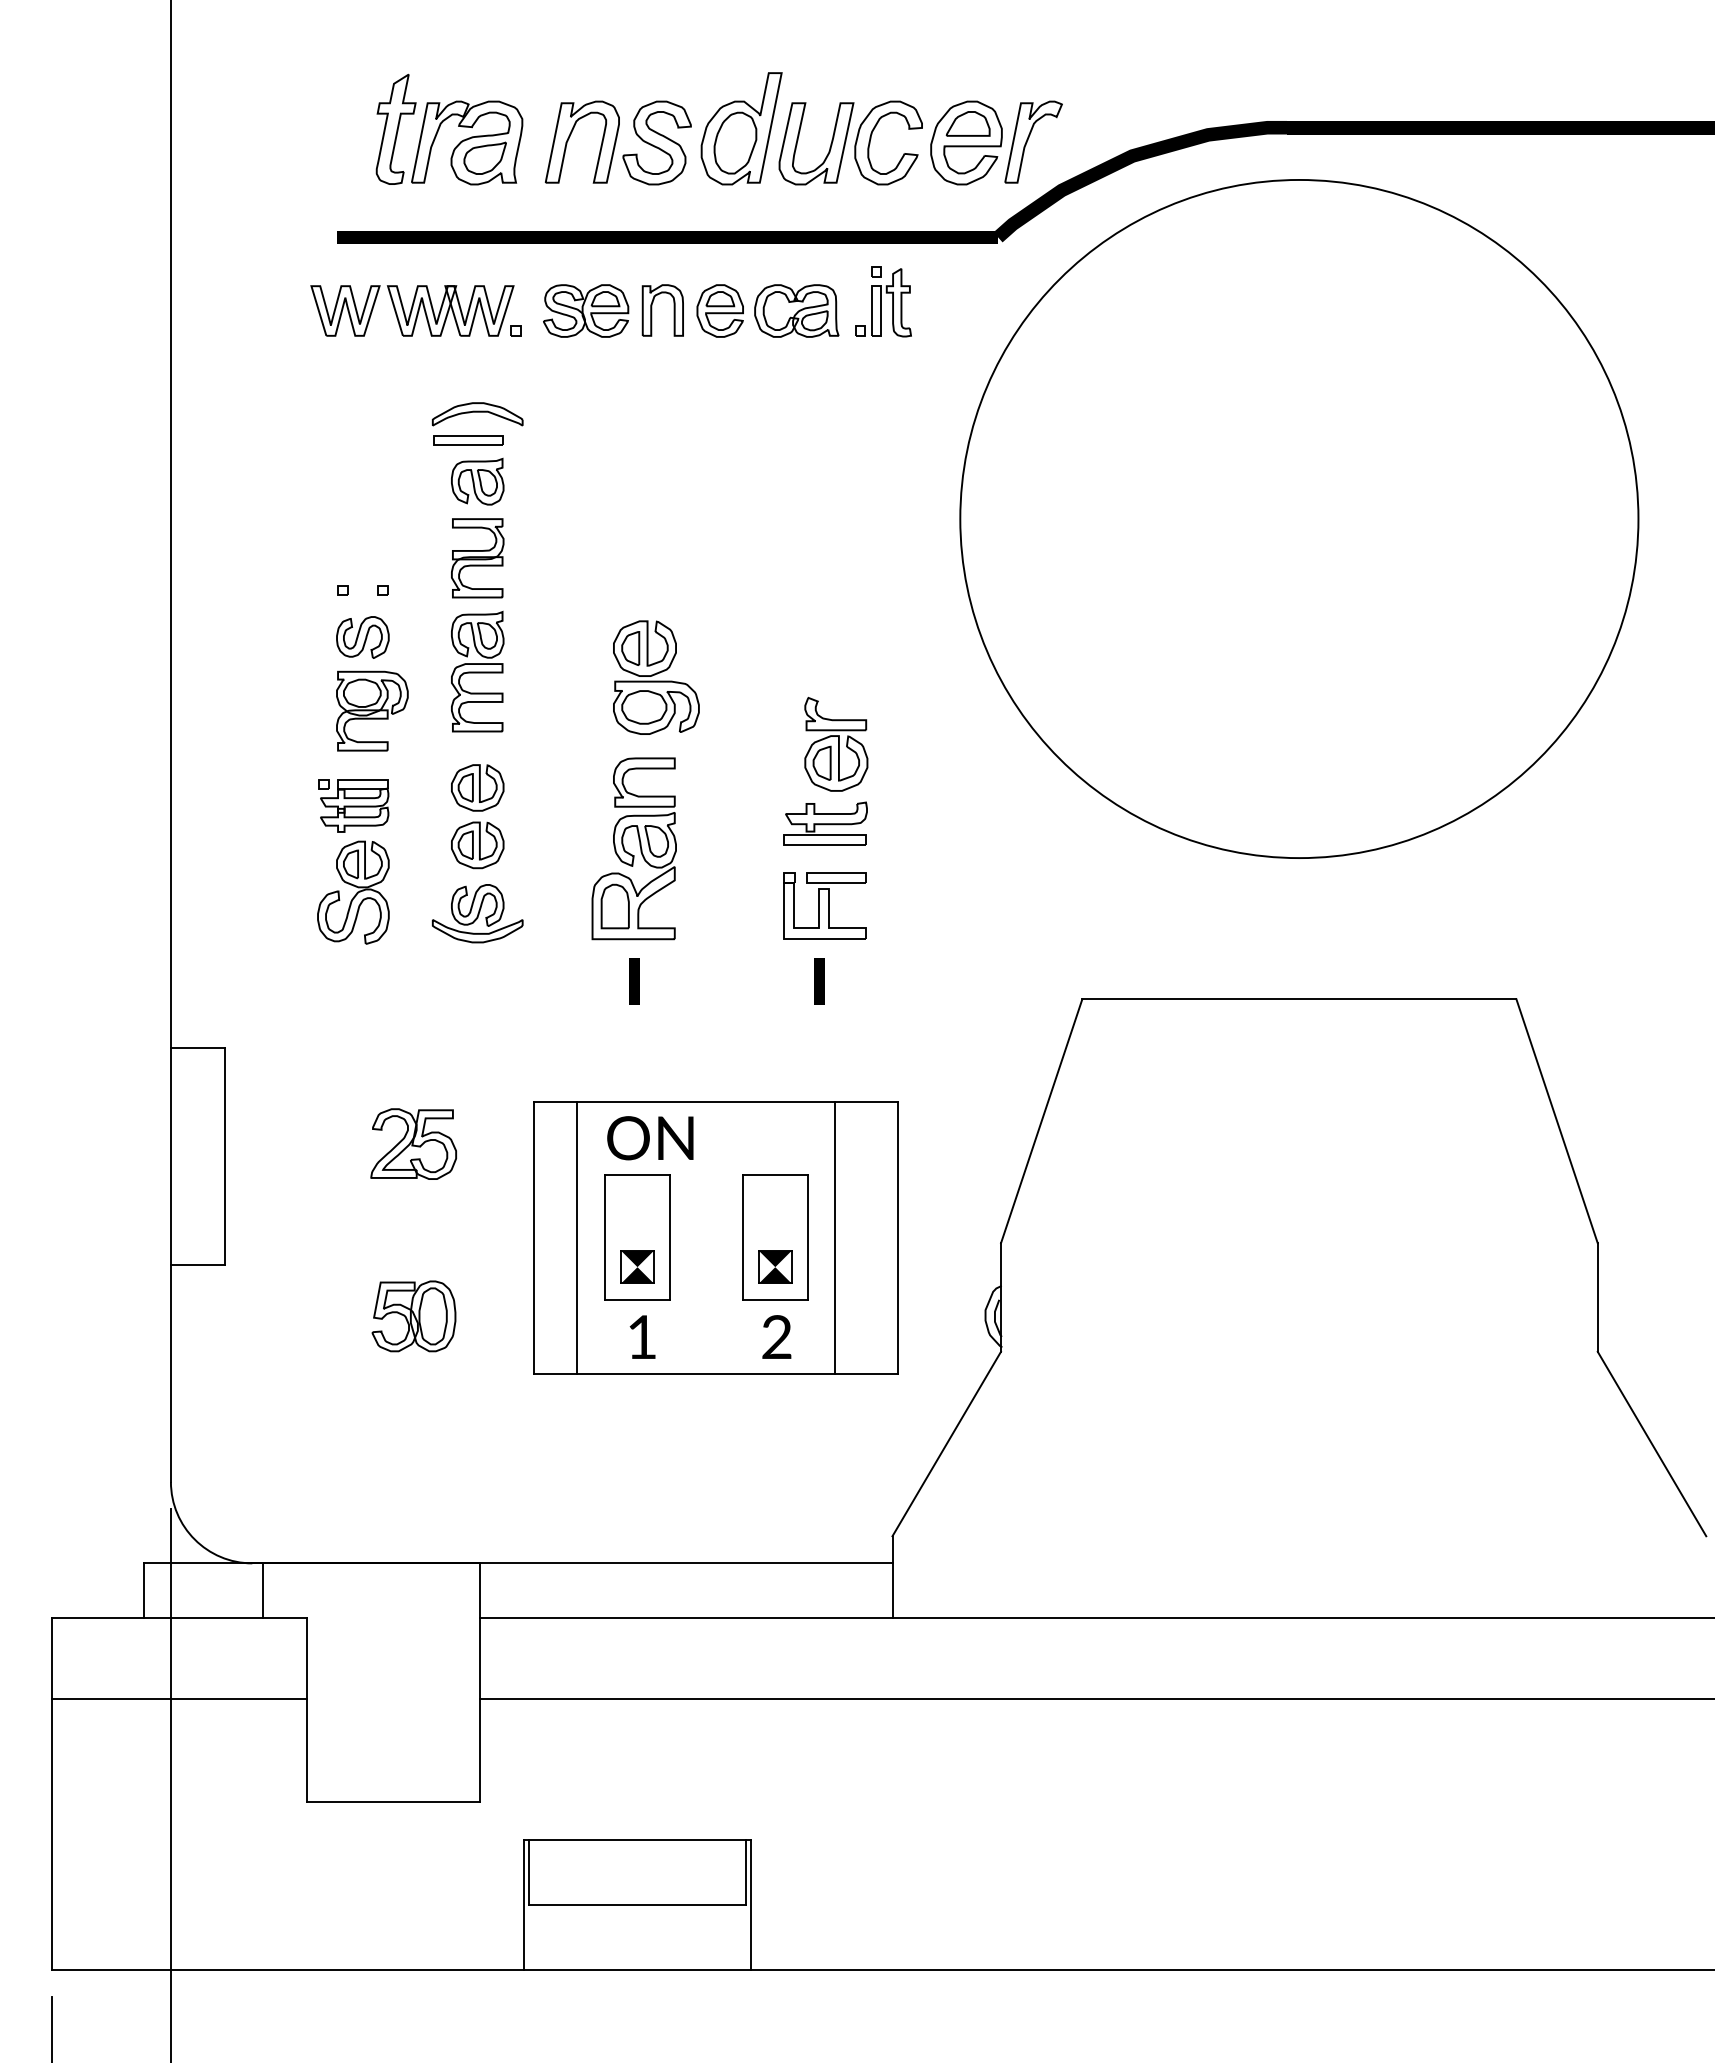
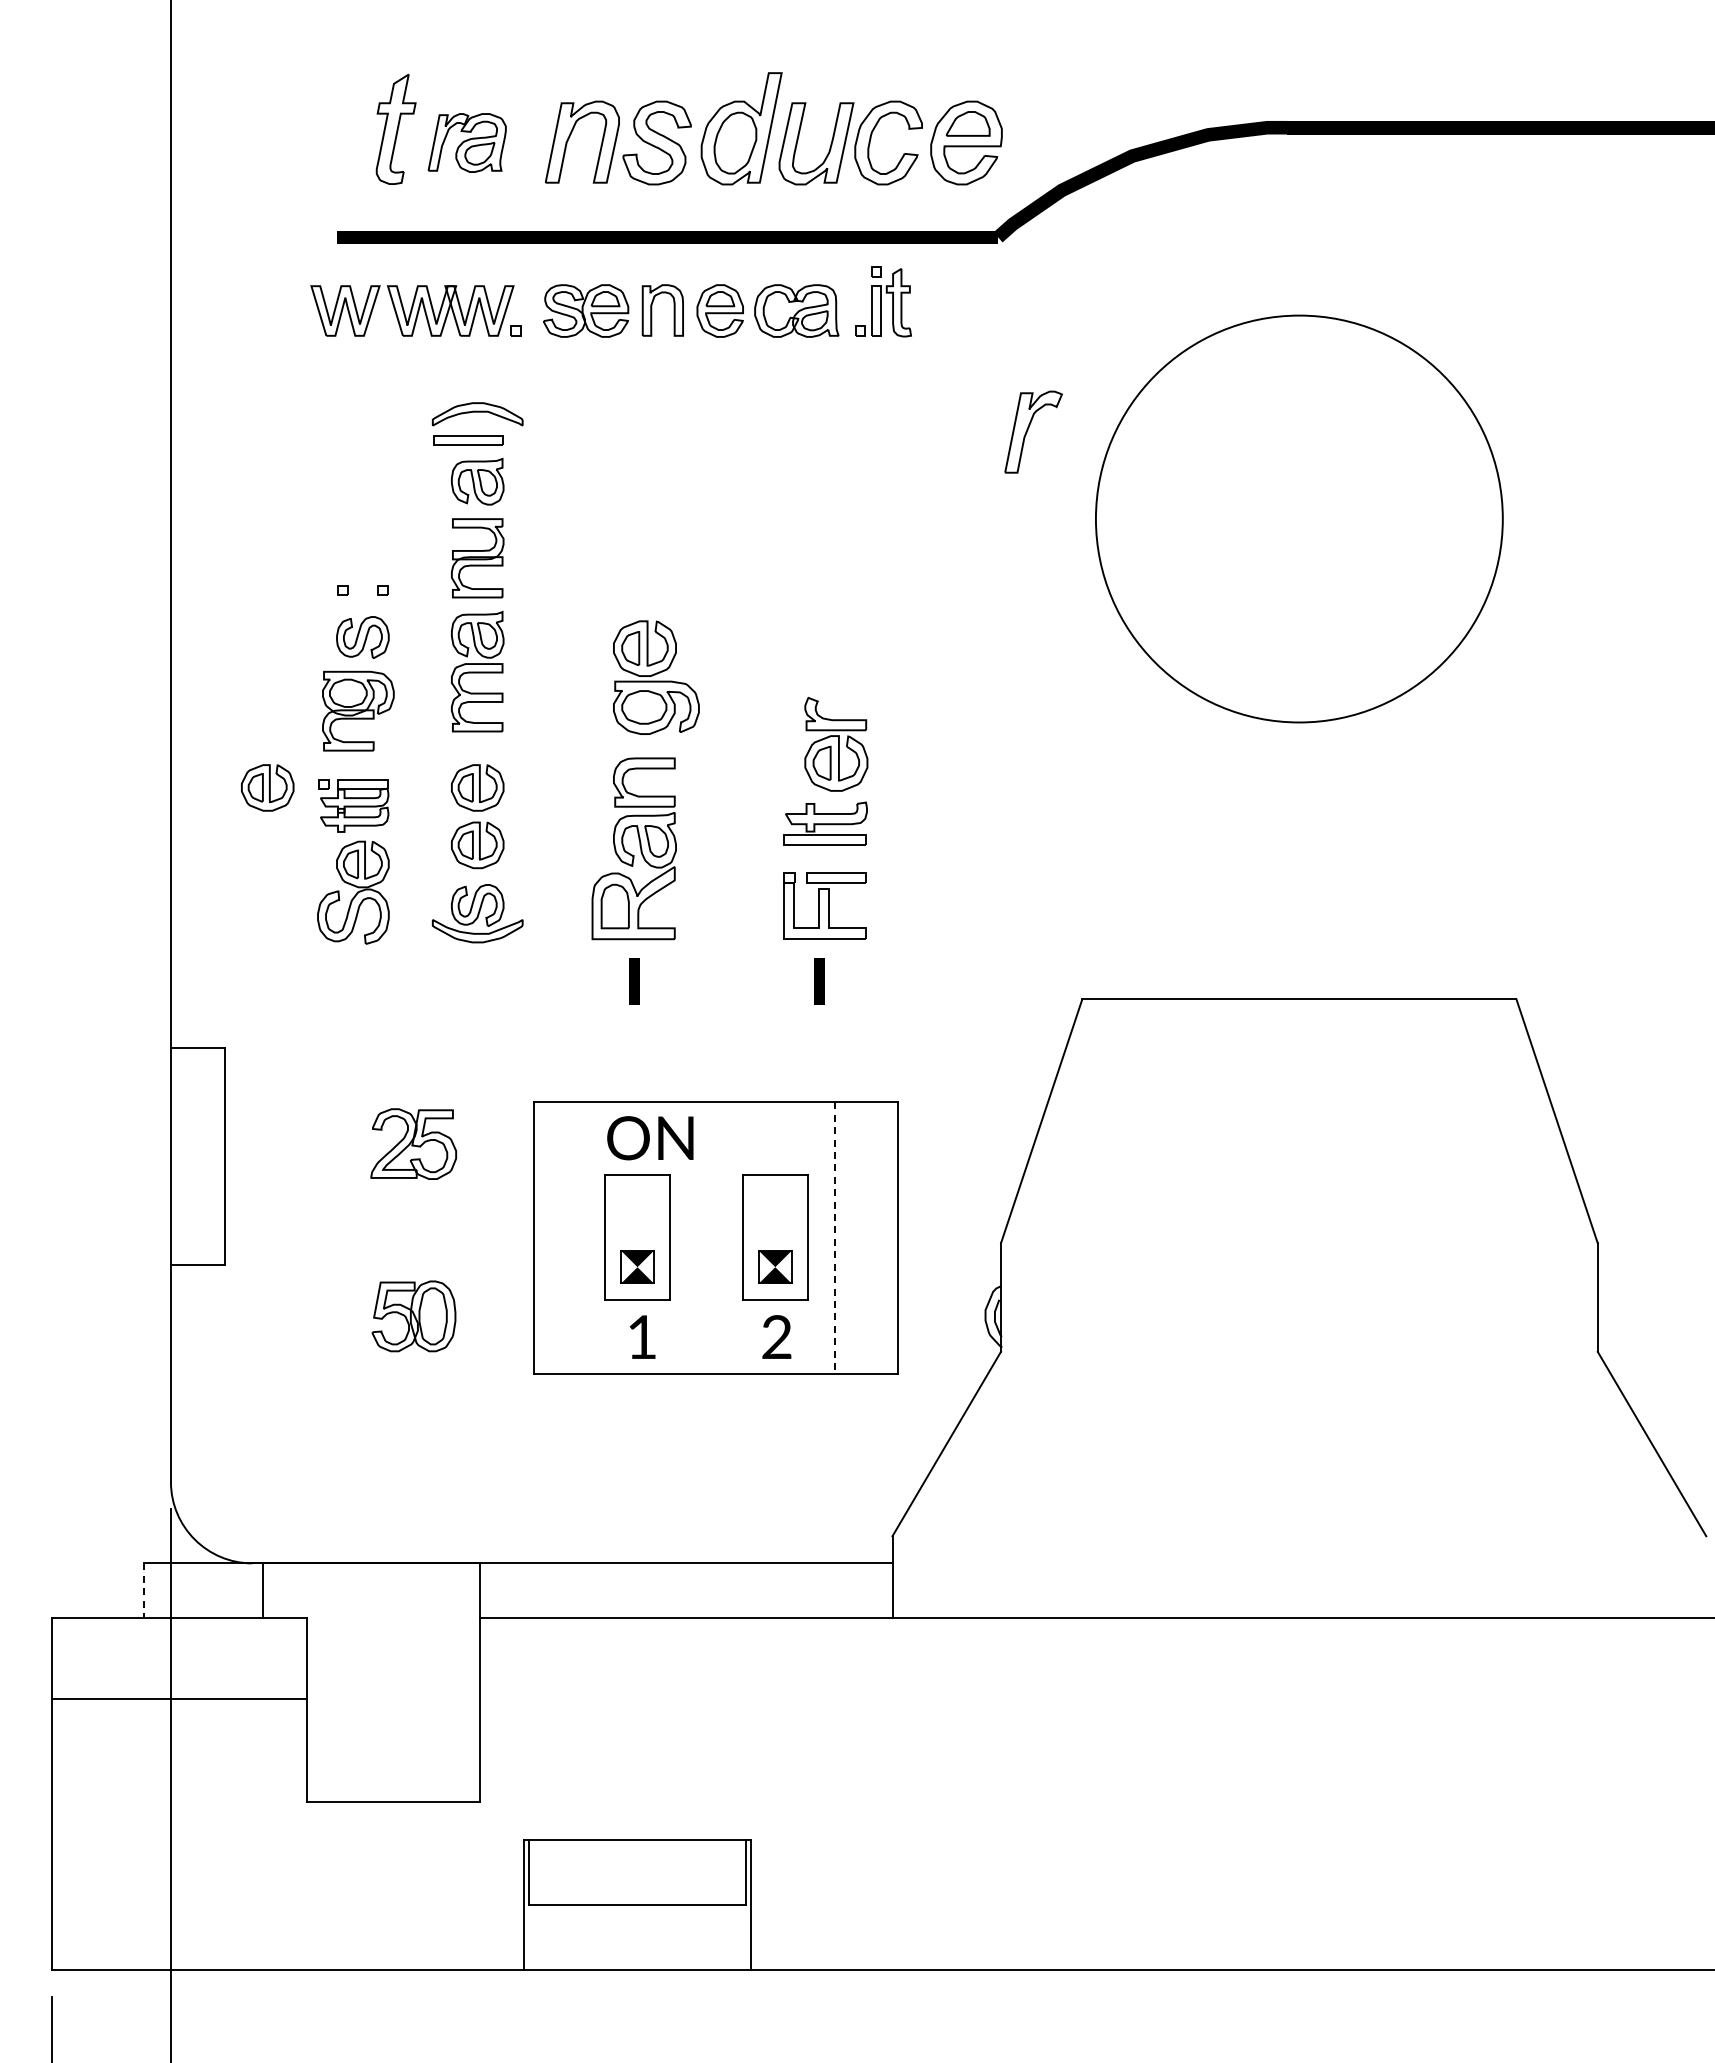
part at (1033, 141) position: (1033, 141) -> (1033, 431)
part at (467, 142) size: 113x86 px -> 80x60 px
circle at (1299, 518) diameter: 678 px -> 407 px
part at (372, 710) position: (372, 710) -> (358, 710)
part at (267, 787): none -> present
line at (577, 1237): present -> none
line at (835, 1237): solid -> dashed
line at (143, 1591): solid -> dashed
line at (1095, 1699): present -> none
